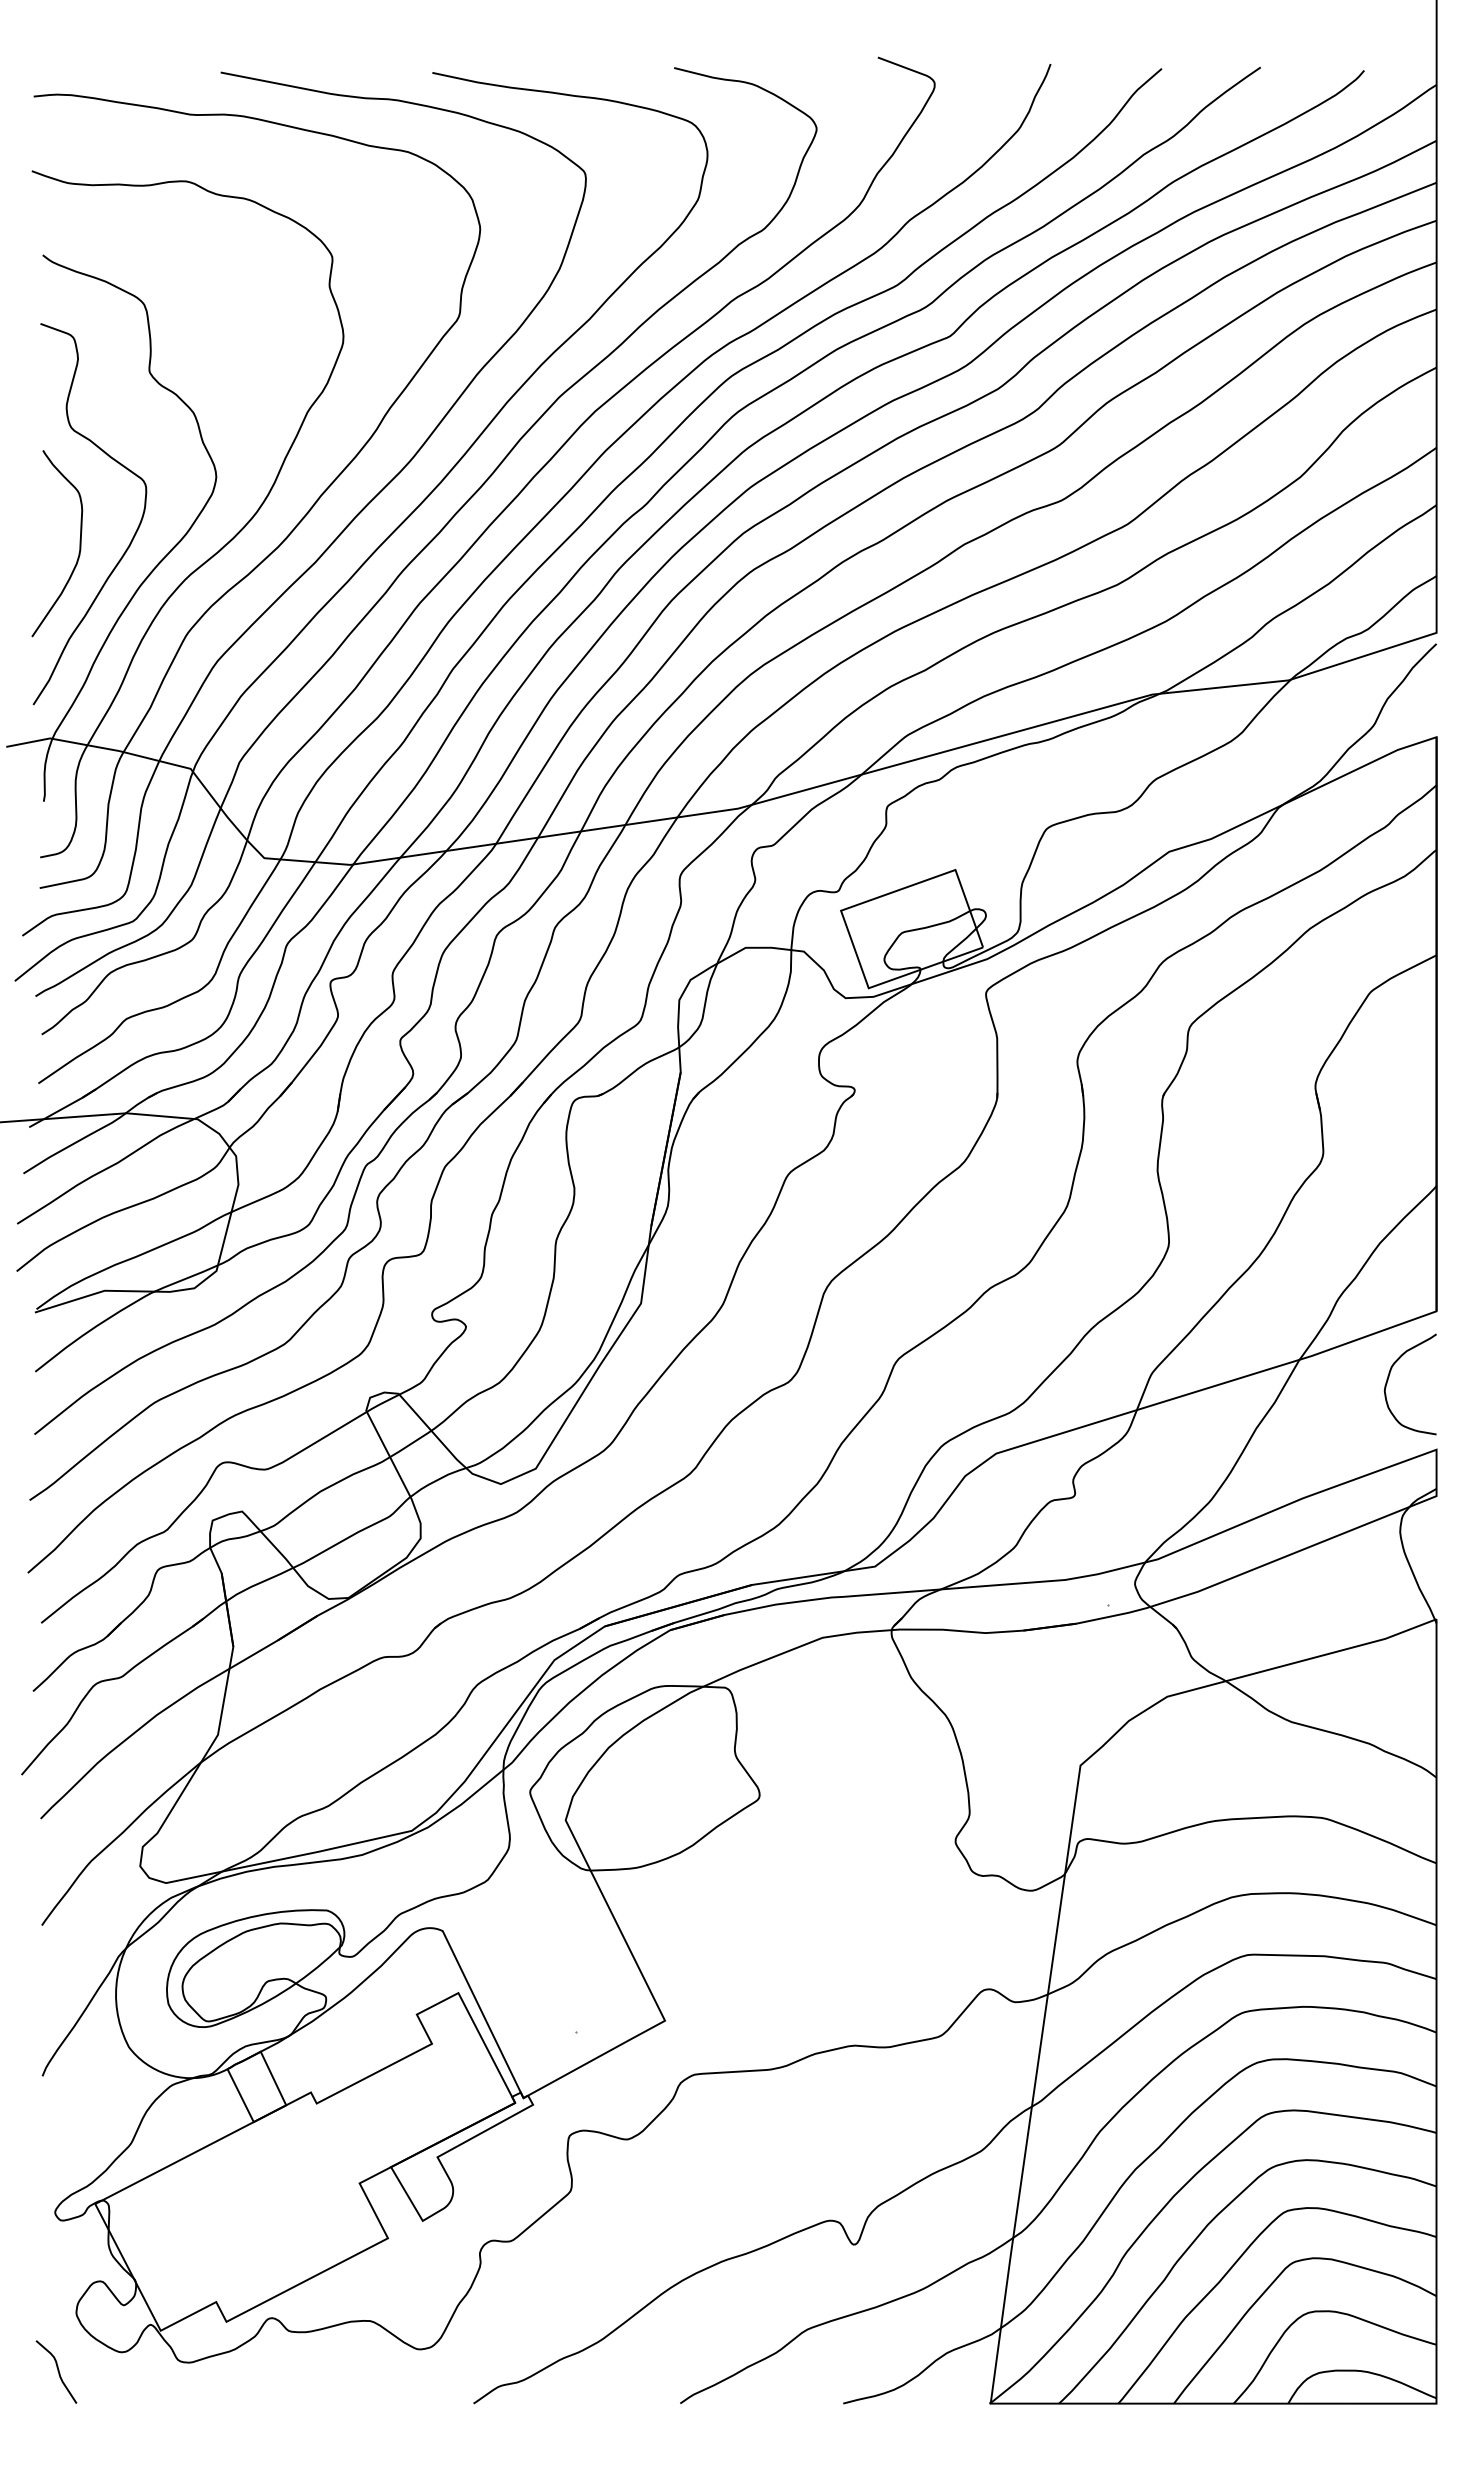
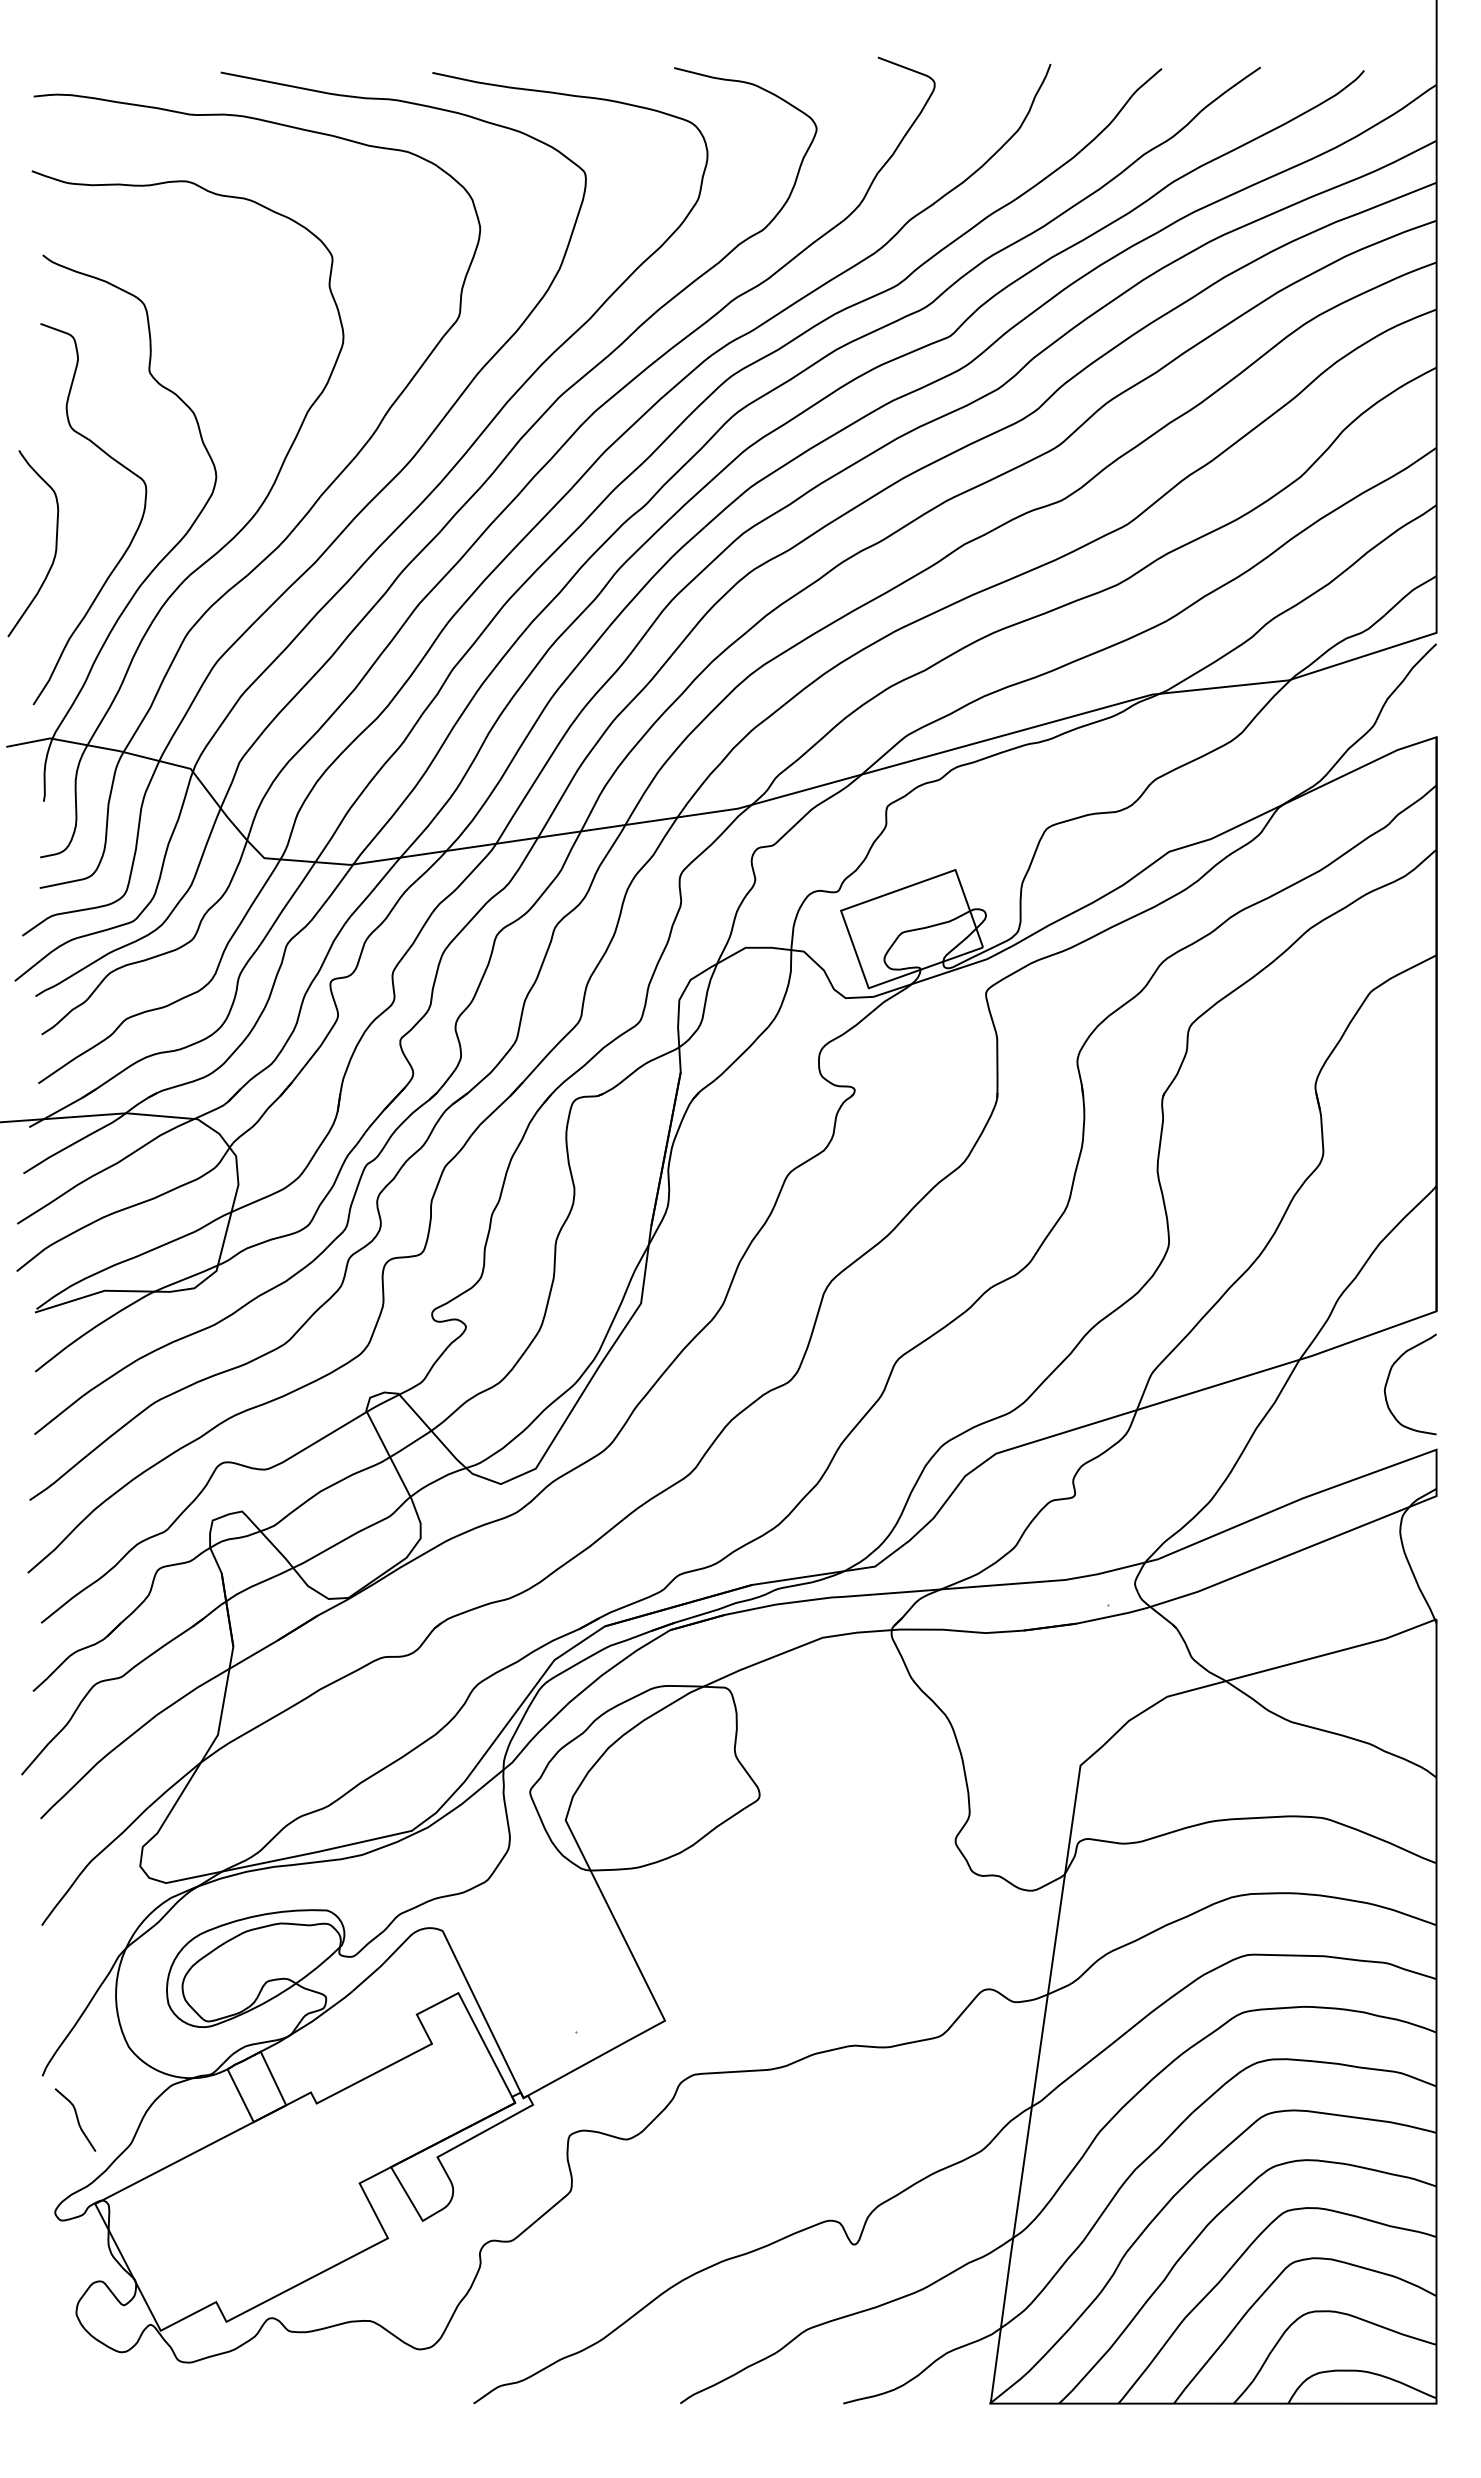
curve at (79, 543) position: (79, 543) -> (55, 543)
curve at (57, 2371) position: (57, 2371) -> (76, 2119)
